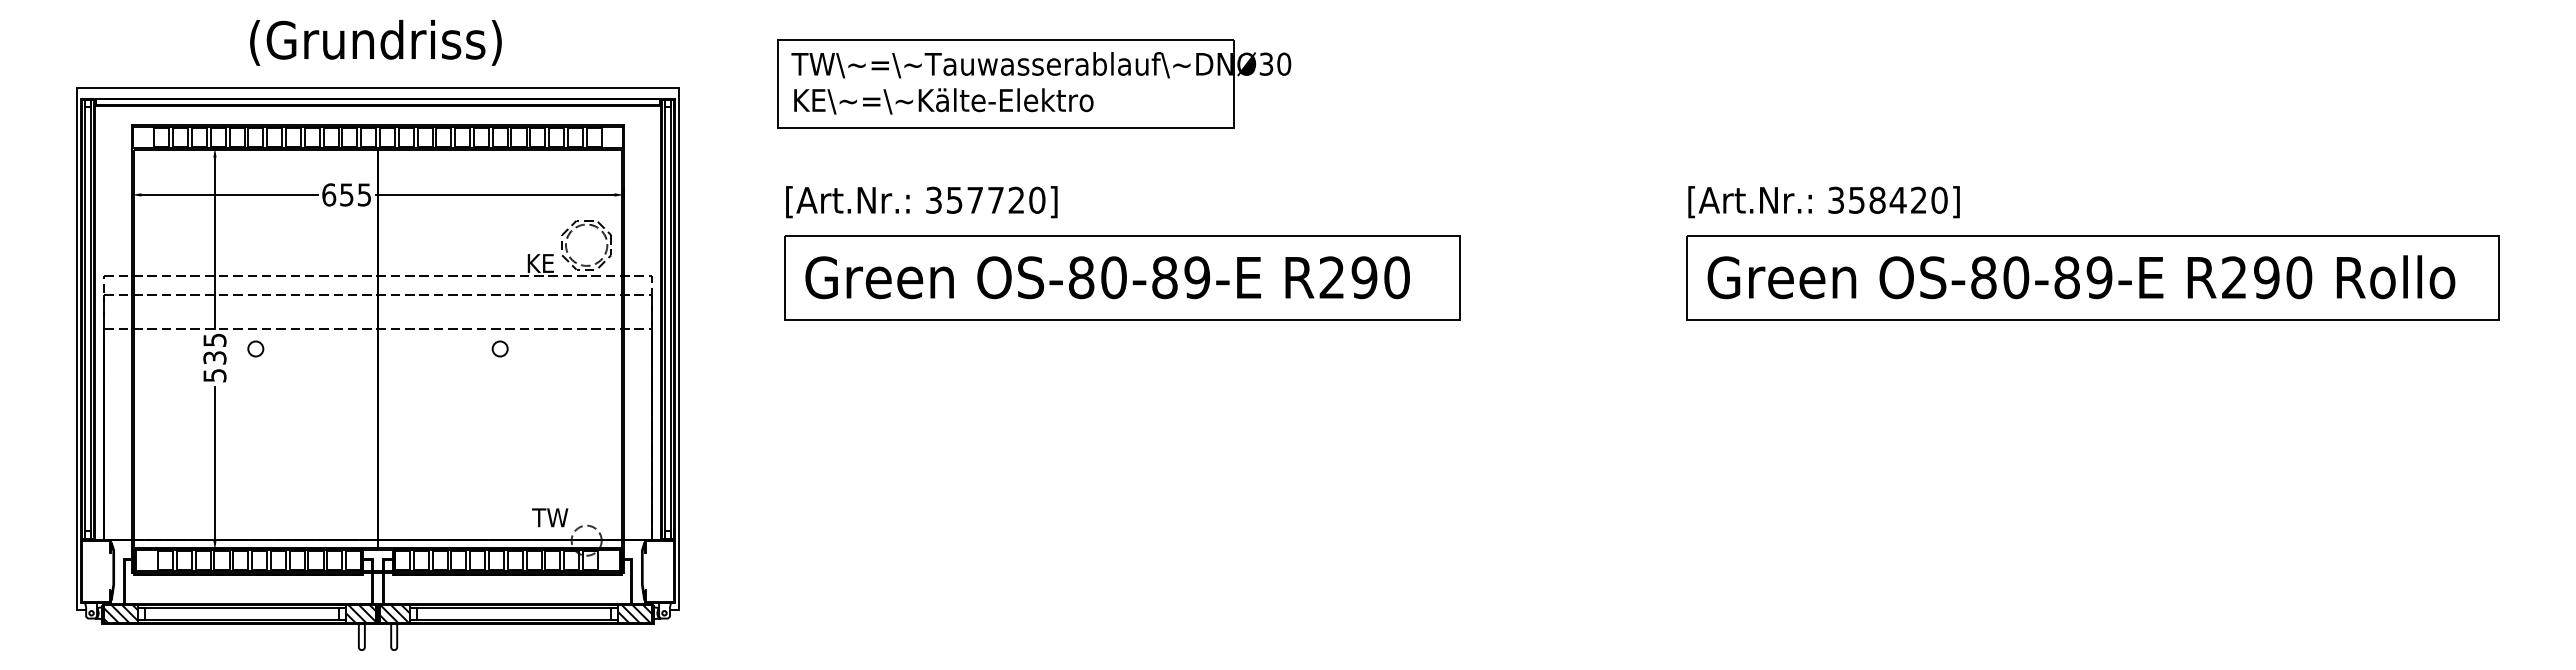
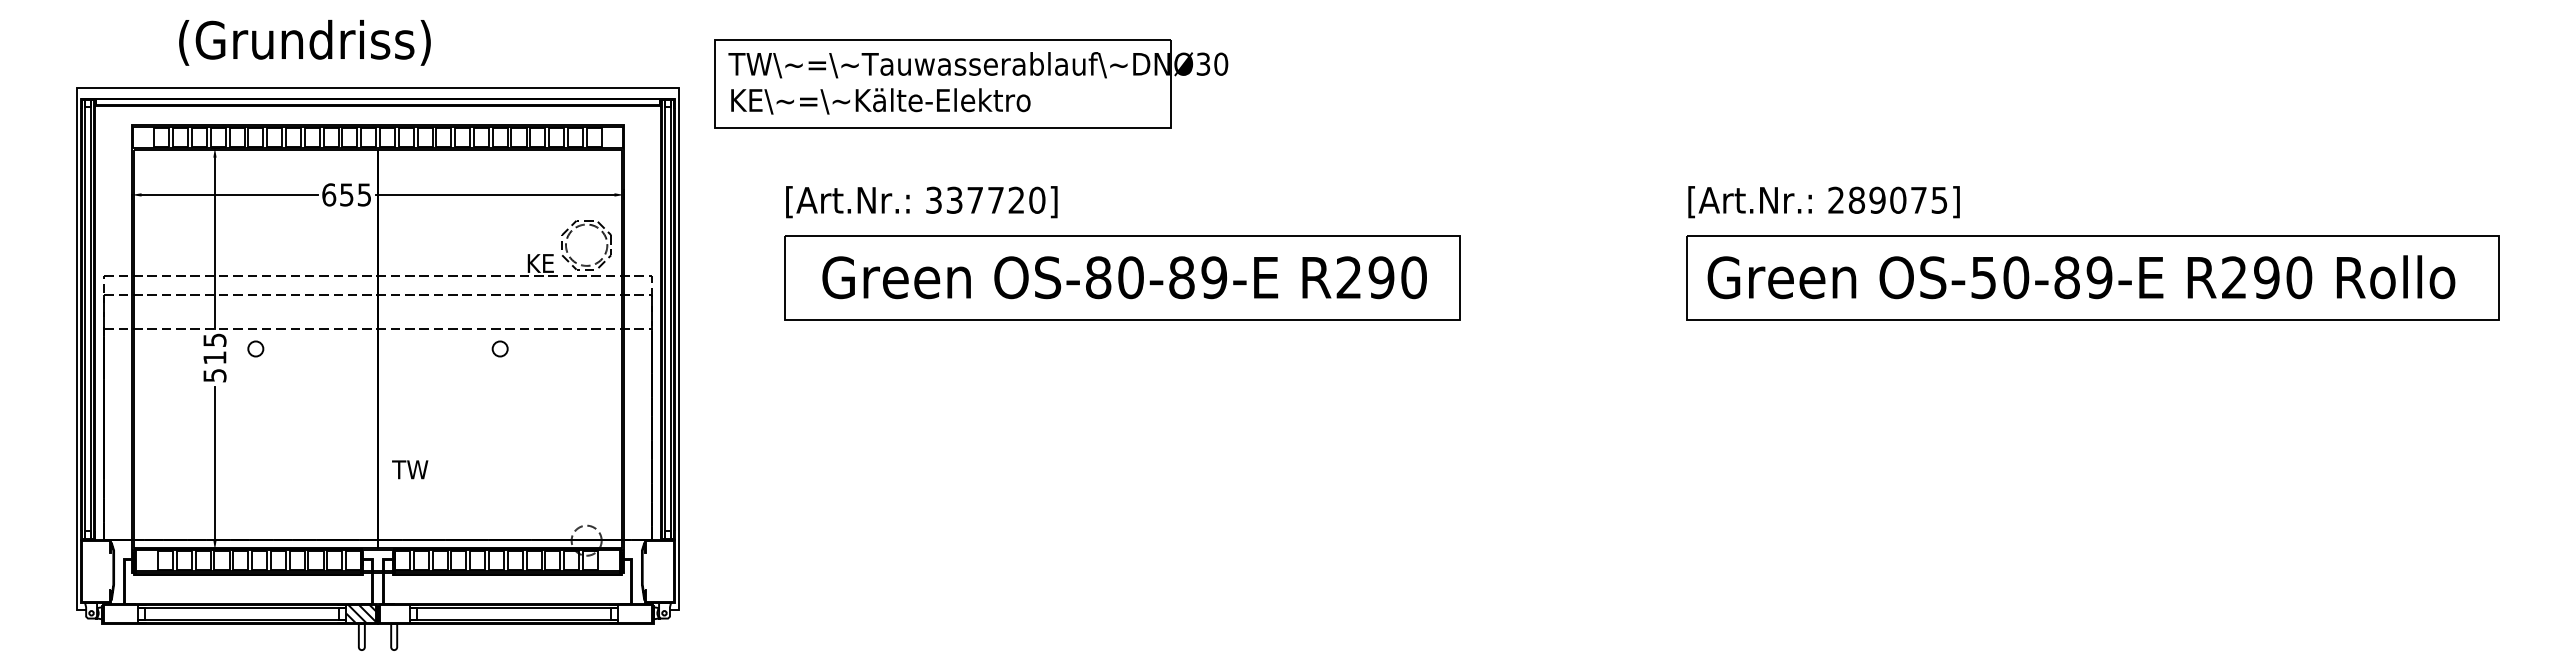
text at (375, 42) position: (375, 42) -> (304, 42)
part at (1034, 83) position: (1034, 83) -> (971, 83)
text at (954, 199): 357720] -> 337720]
text at (1887, 199): 358420] -> 289075]
text at (1107, 277) position: (1107, 277) -> (1124, 277)
text at (1983, 277): OS-80-89-E -> OS-50-89-E
text at (214, 357): 535 -> 515
text at (550, 517) position: (550, 517) -> (410, 469)
hatch at (120, 614): present -> none
hatch at (394, 614): present -> none
hatch at (635, 614): present -> none
